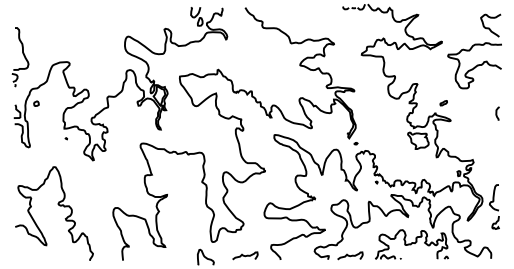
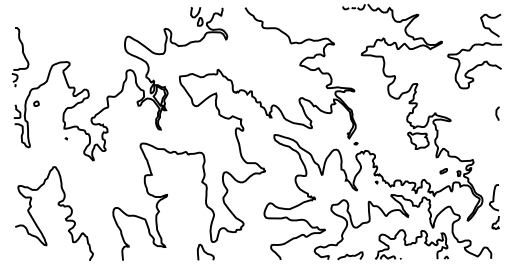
part at (443, 103) position: (443, 103) -> (443, 171)
curve at (245, 255): present -> none
curve at (205, 256) position: (205, 256) -> (205, 251)
